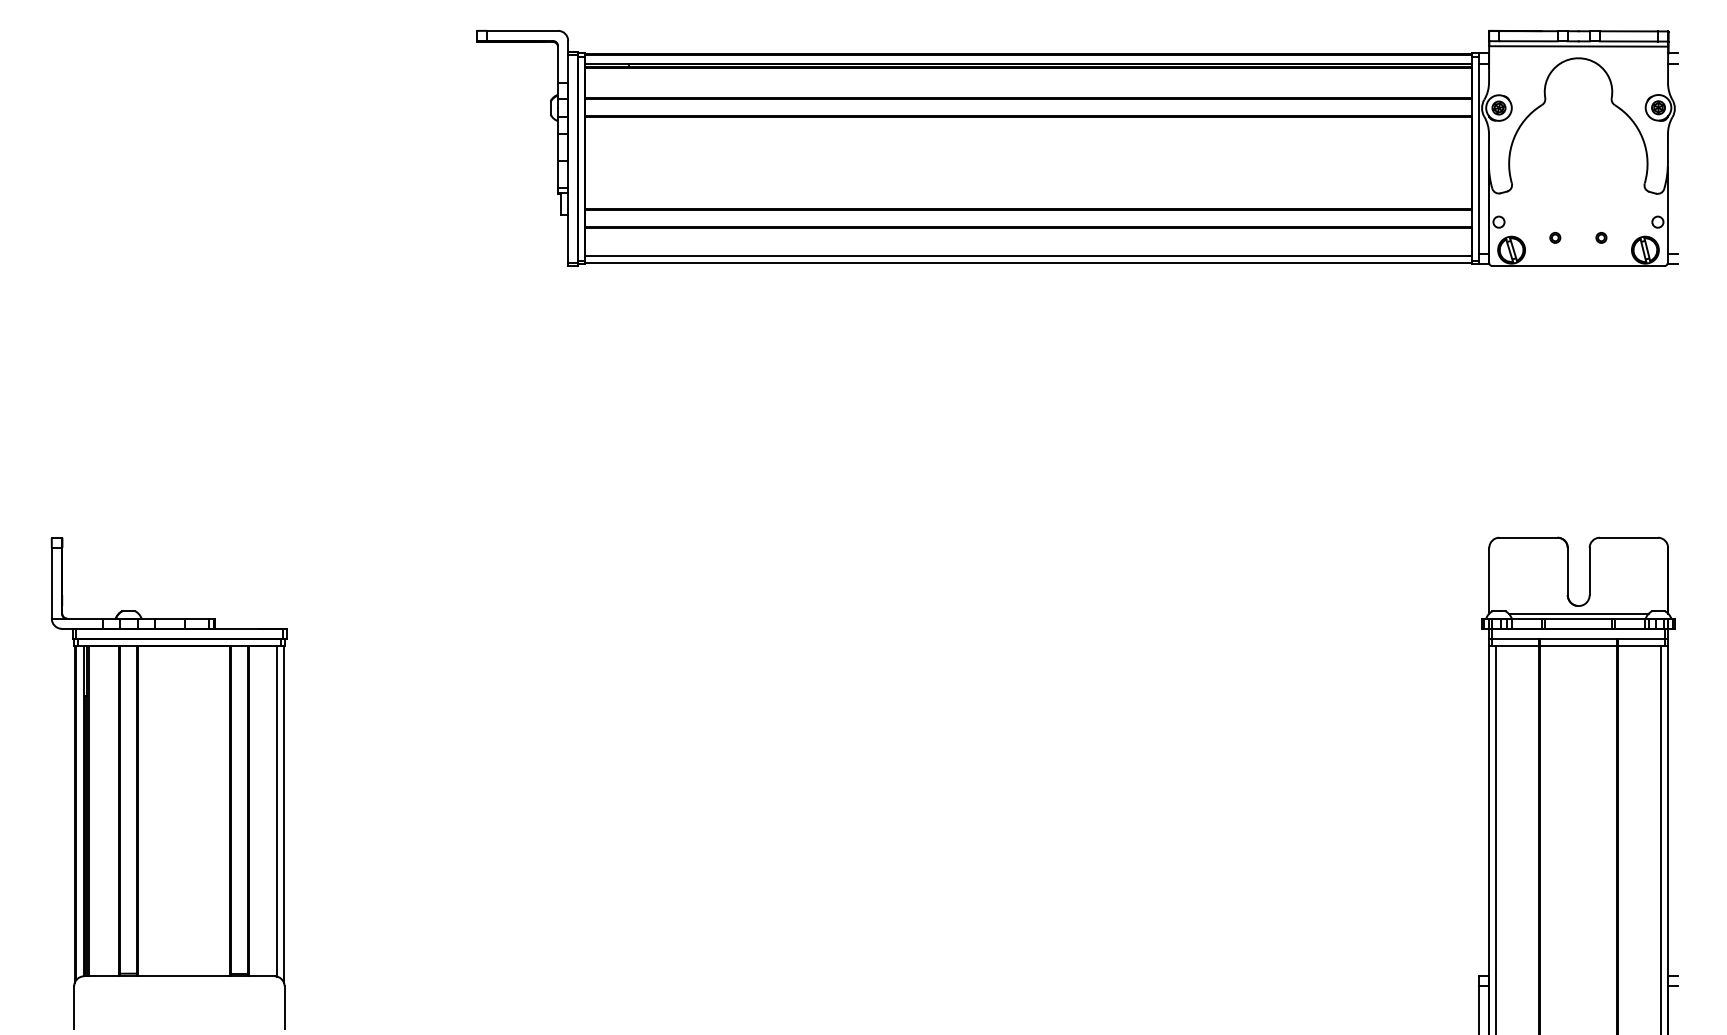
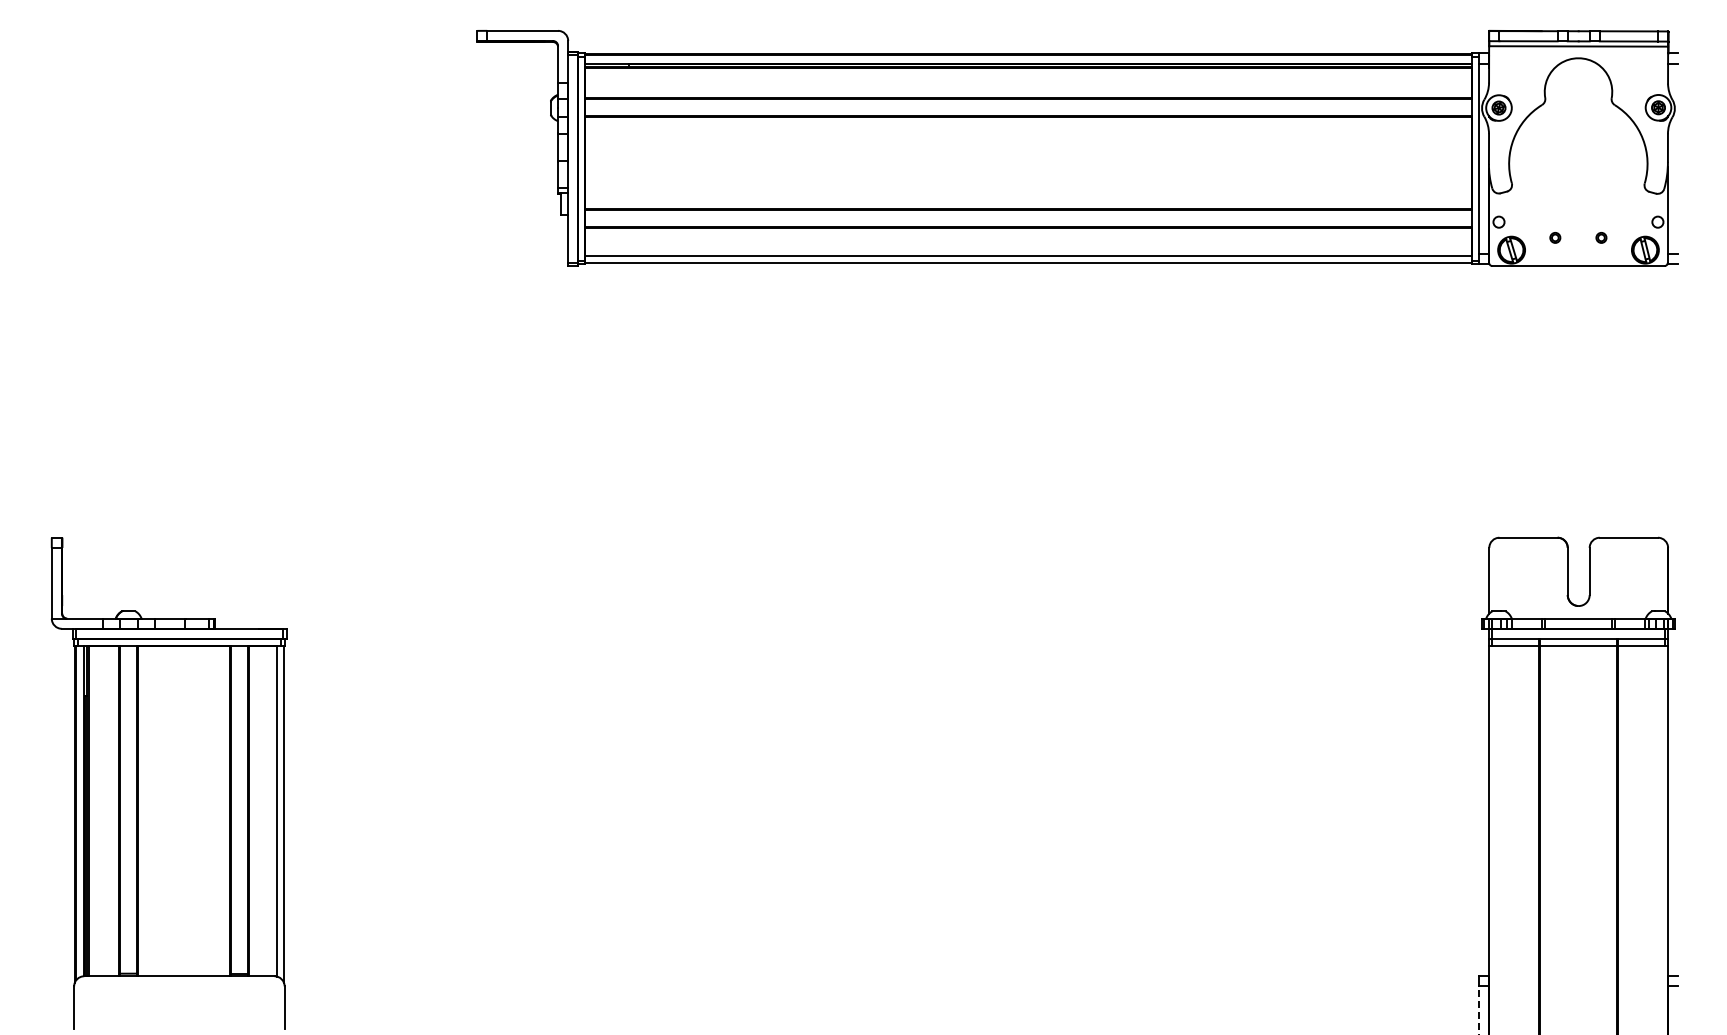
line at (1578, 613): present -> none
line at (1495, 838): present -> none
line at (1661, 838): present -> none
line at (1478, 1010): solid -> dashed
